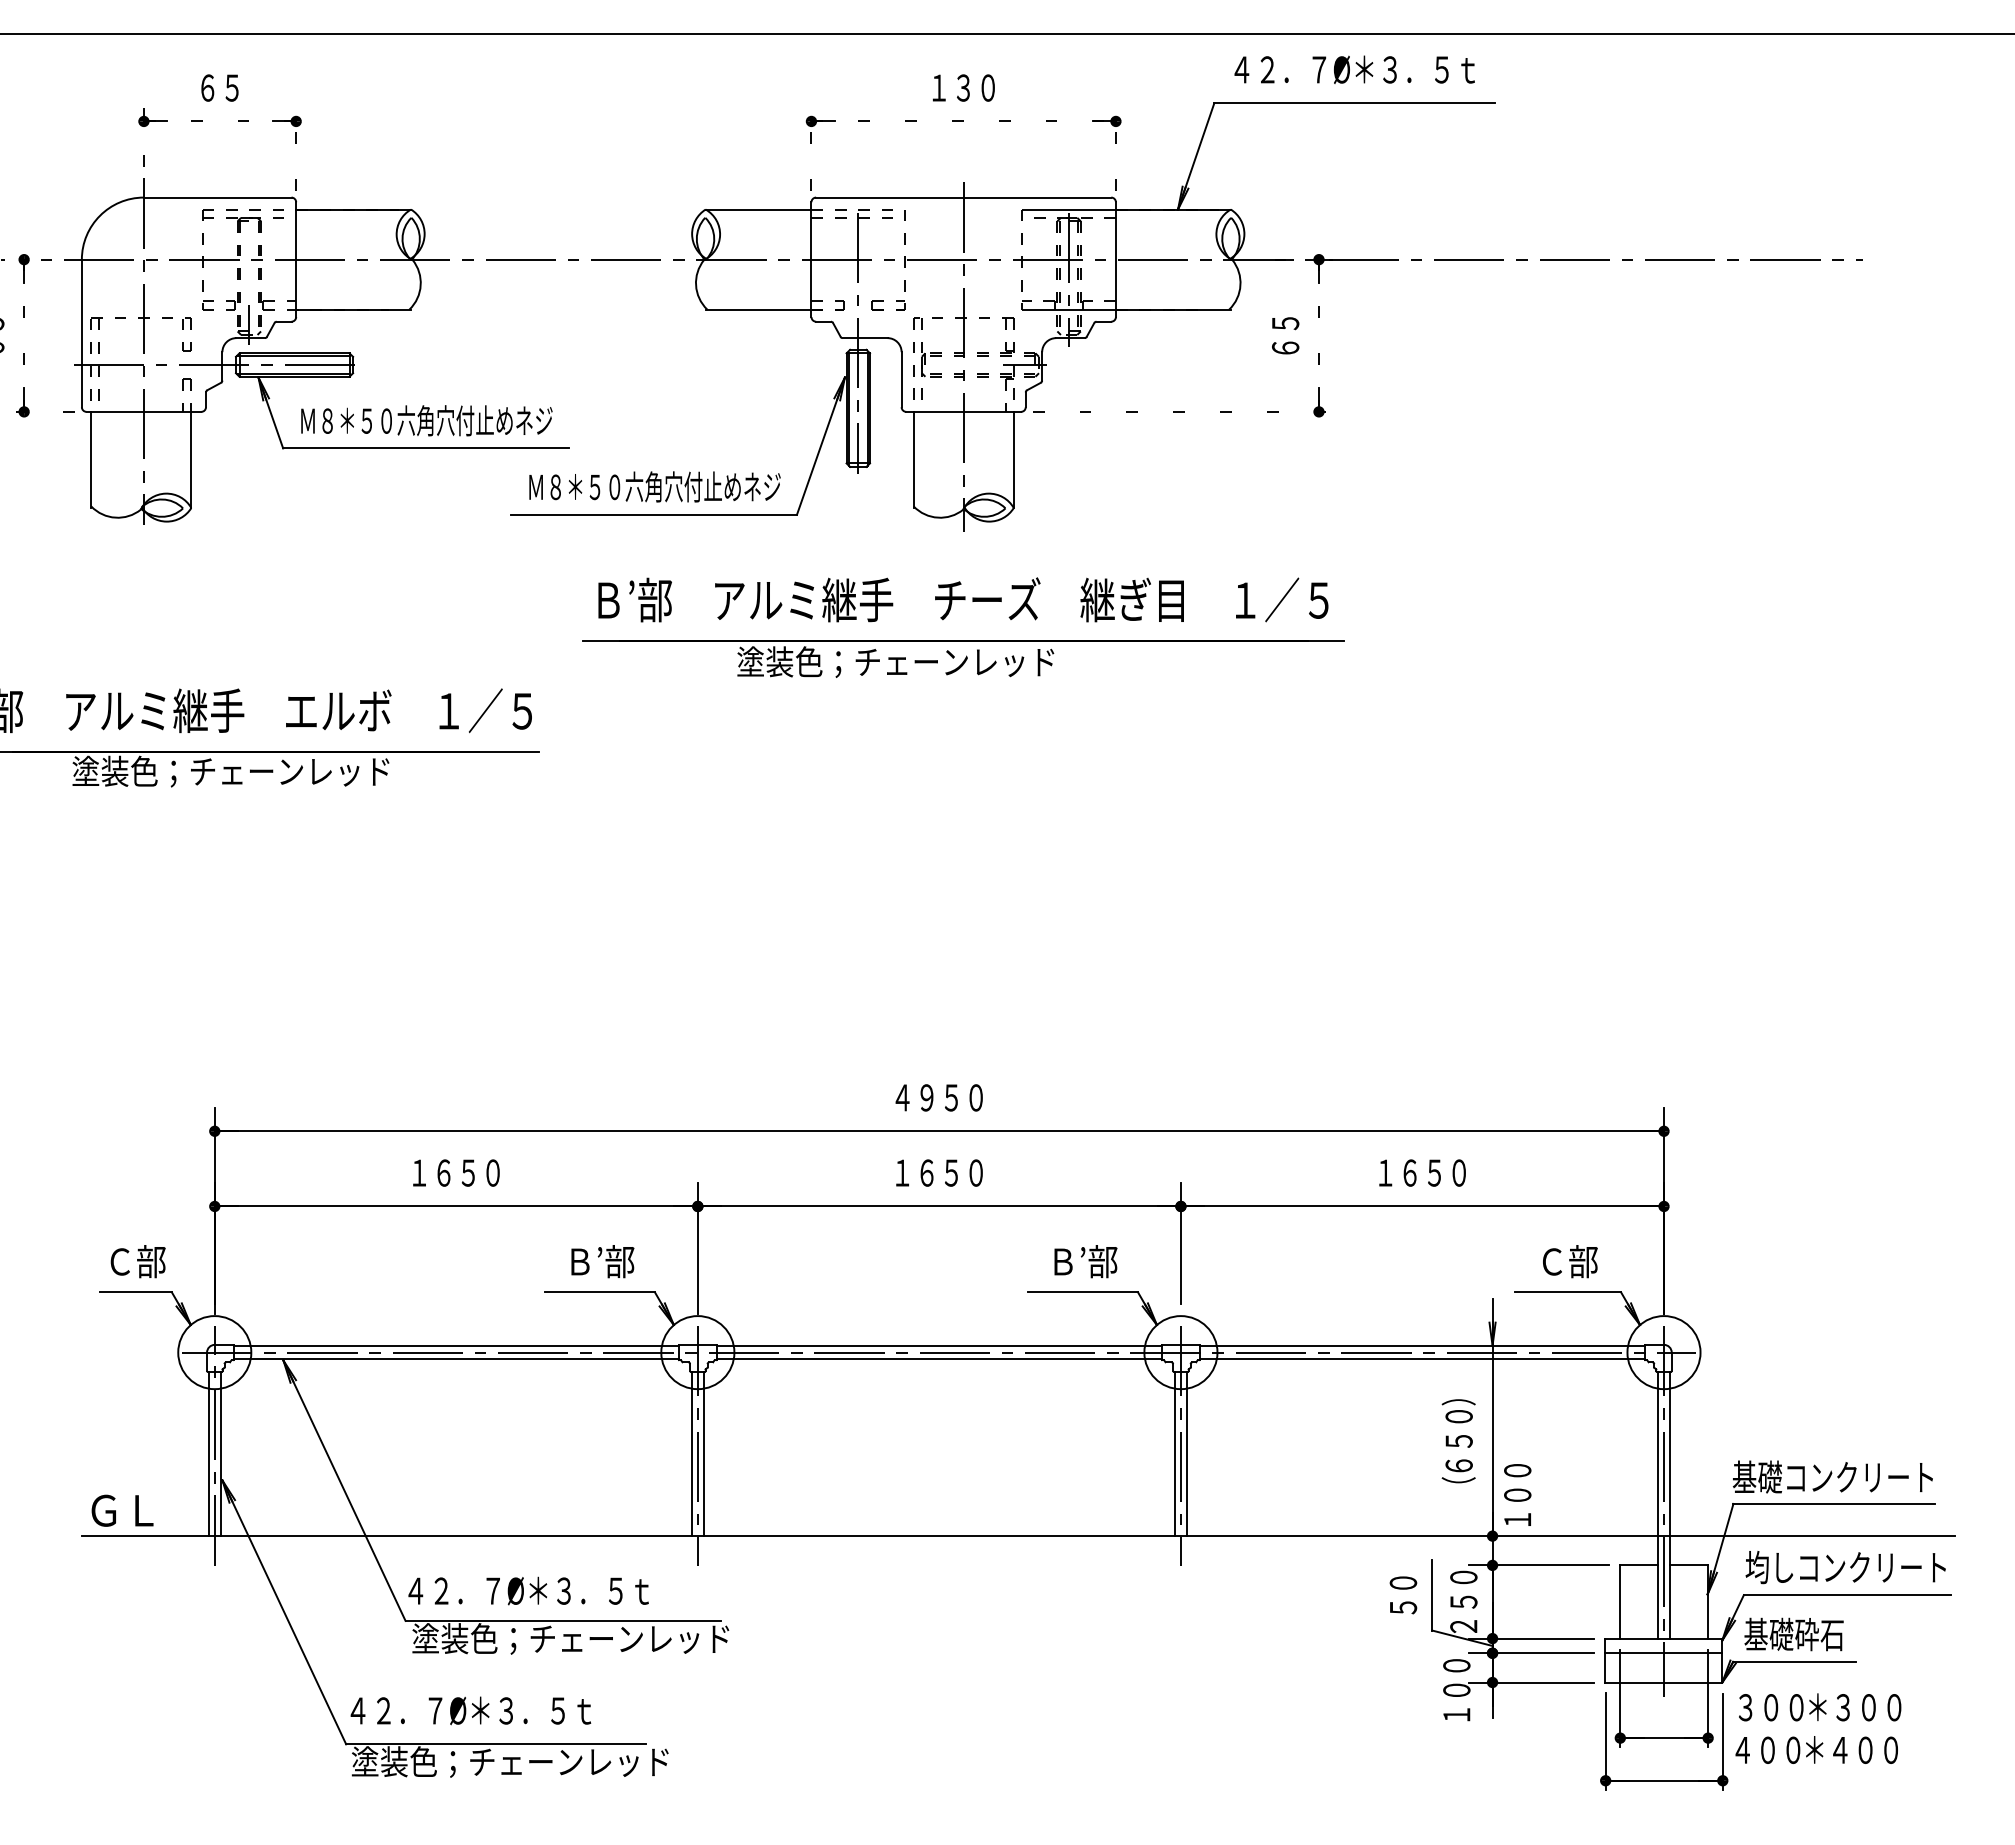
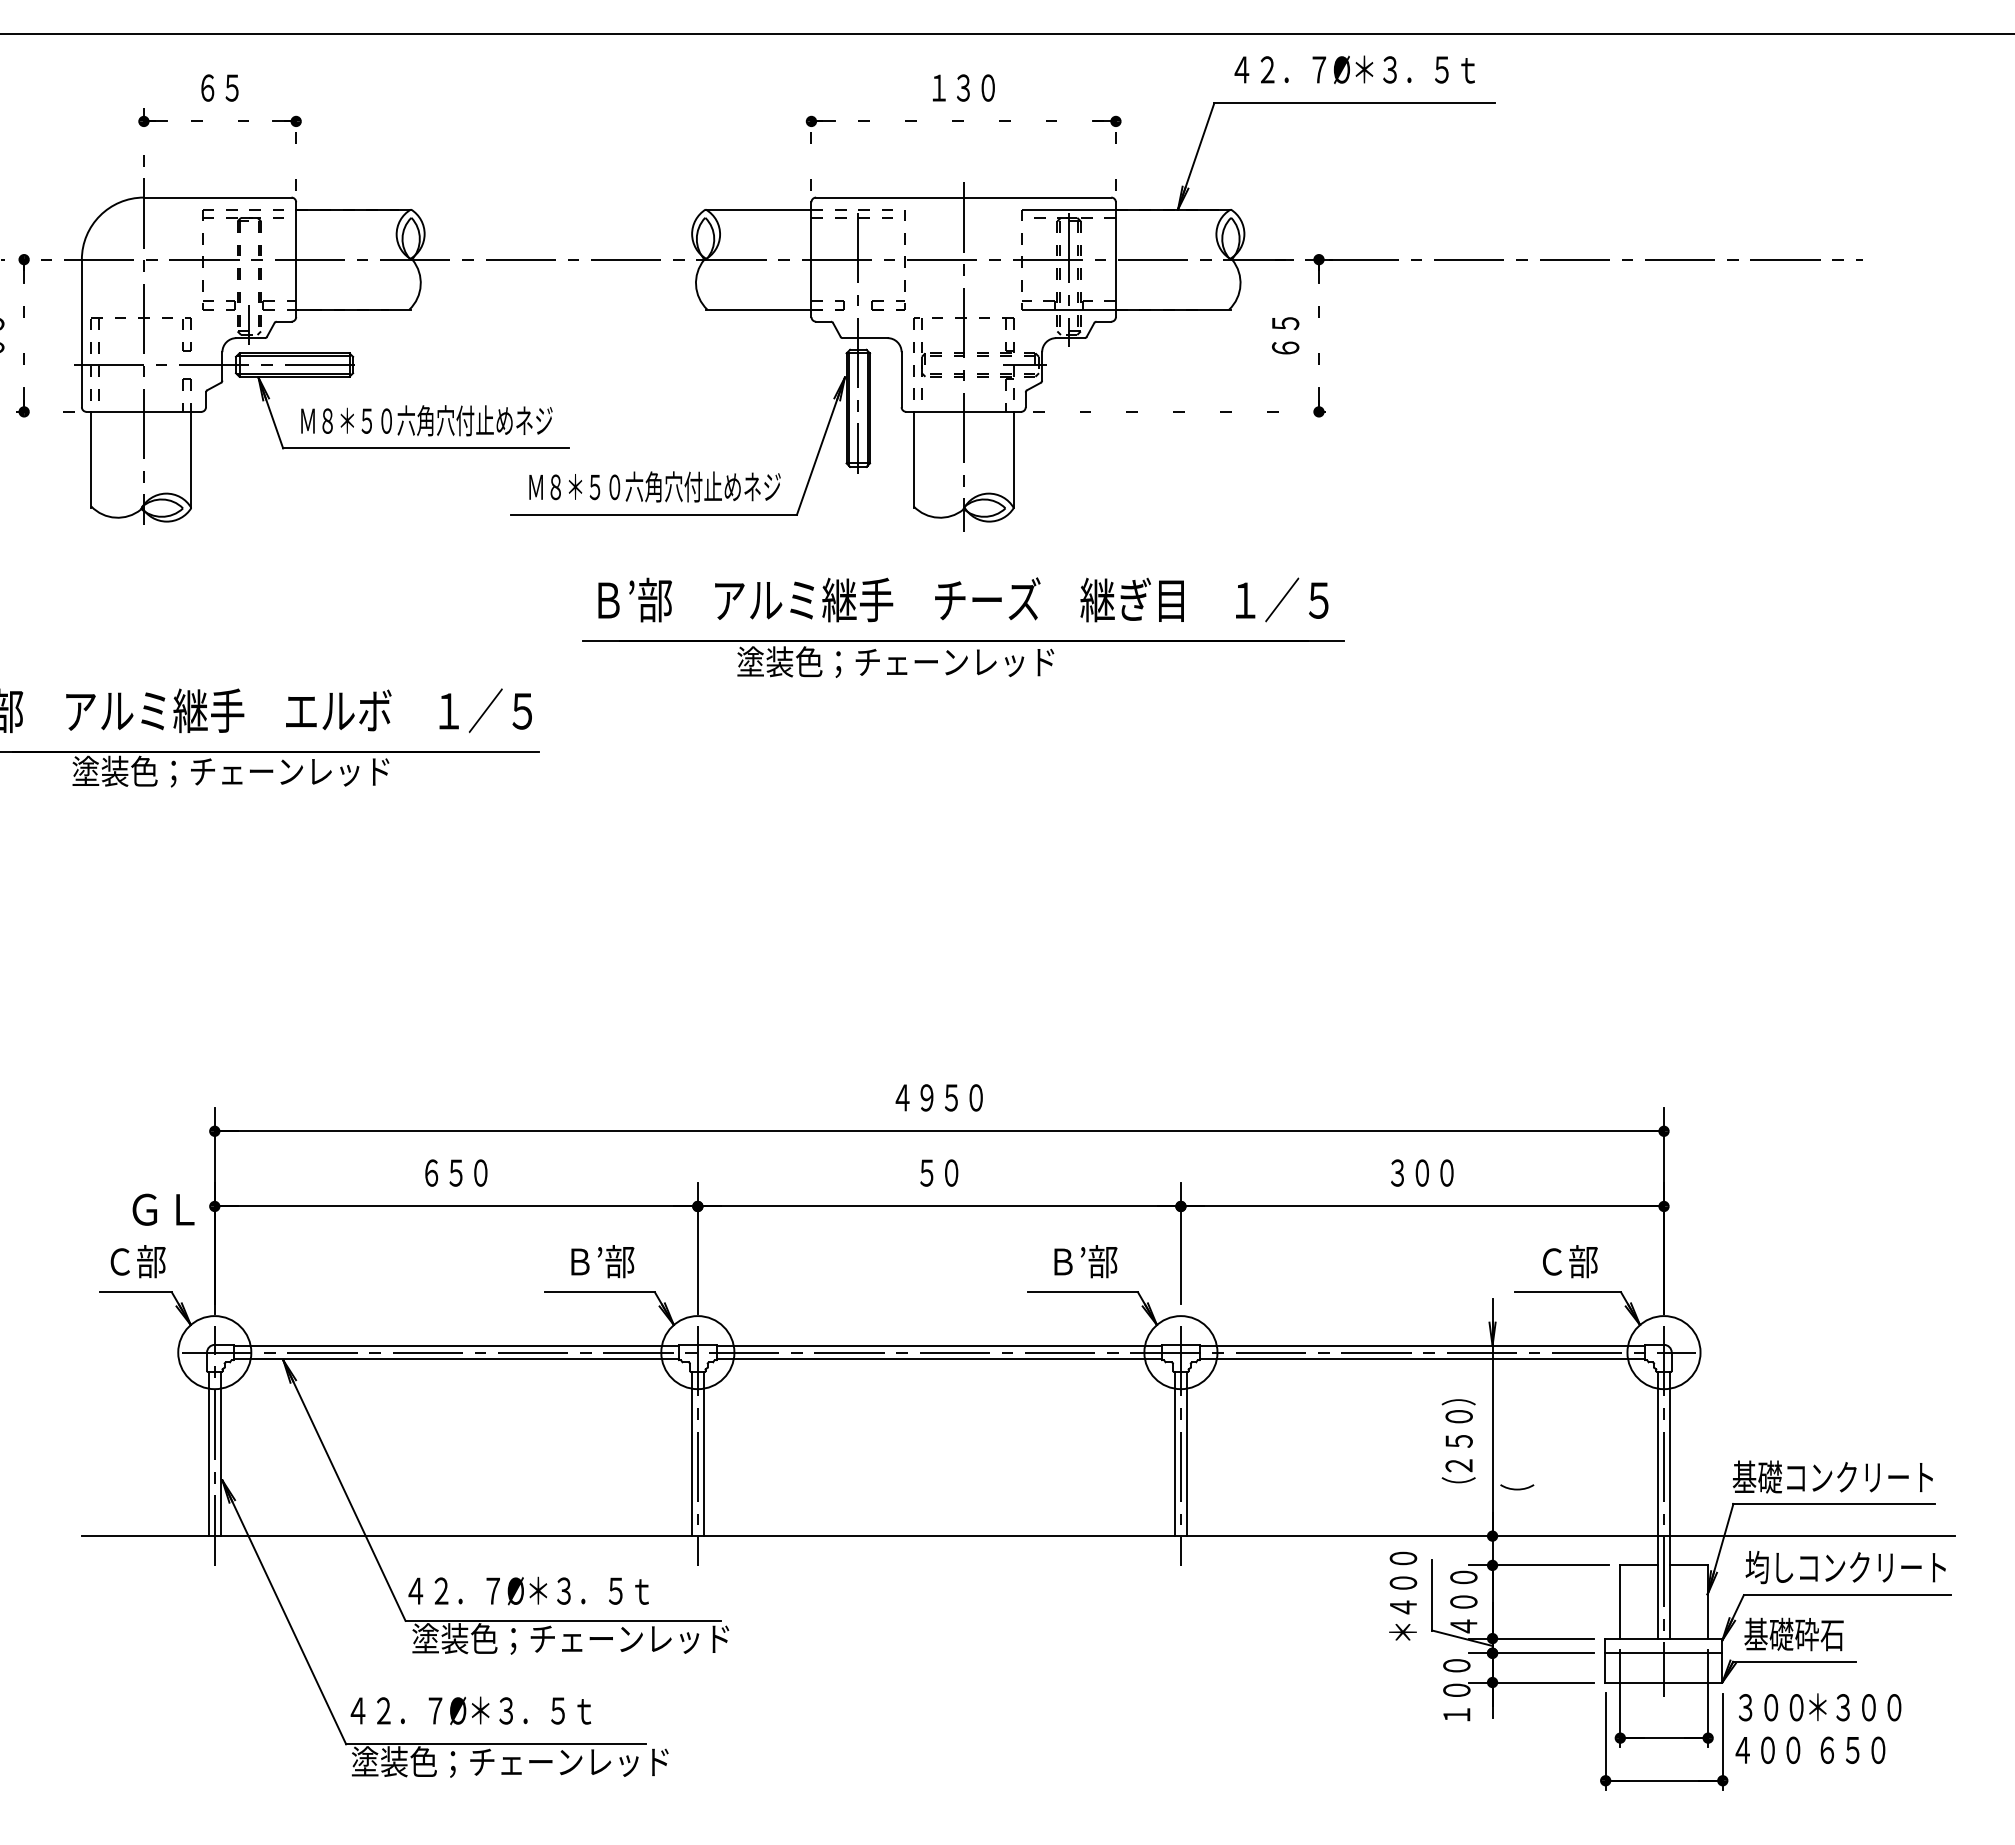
text at (456, 1172): １６５０ -> ６５０
text at (939, 1172): １６５０ -> ５０
text at (1422, 1172): １６５０ -> ３００
text at (1458, 1465): ６５０ -> ２５０
text at (1517, 1494): １００ -> （
text at (122, 1510) position: (122, 1510) -> (163, 1209)
text at (1403, 1595): ５０ -> ＊４００
text at (1463, 1614): ２５０ -> ４００
text at (1851, 1749): ＊４００ -> ６５０
